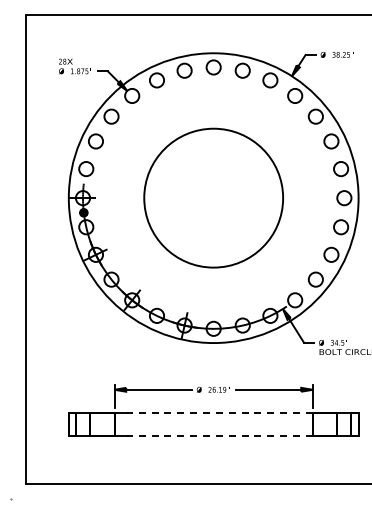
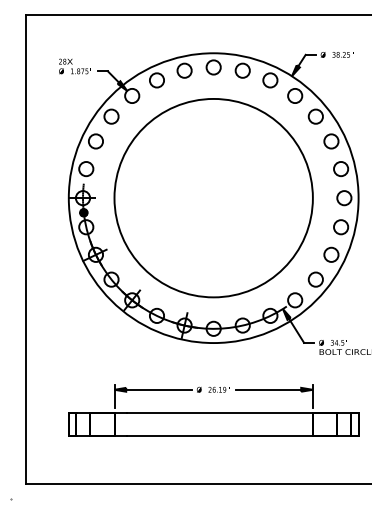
circle at (213, 197) diameter: 139 px -> 198 px
line at (219, 412): dashed -> solid
line at (219, 435): dashed -> solid
